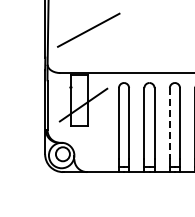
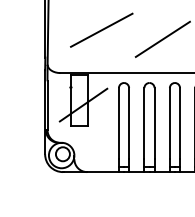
line at (88, 29) position: (88, 29) -> (101, 29)
line at (162, 38): none -> present
line at (169, 123): dashed -> solid
